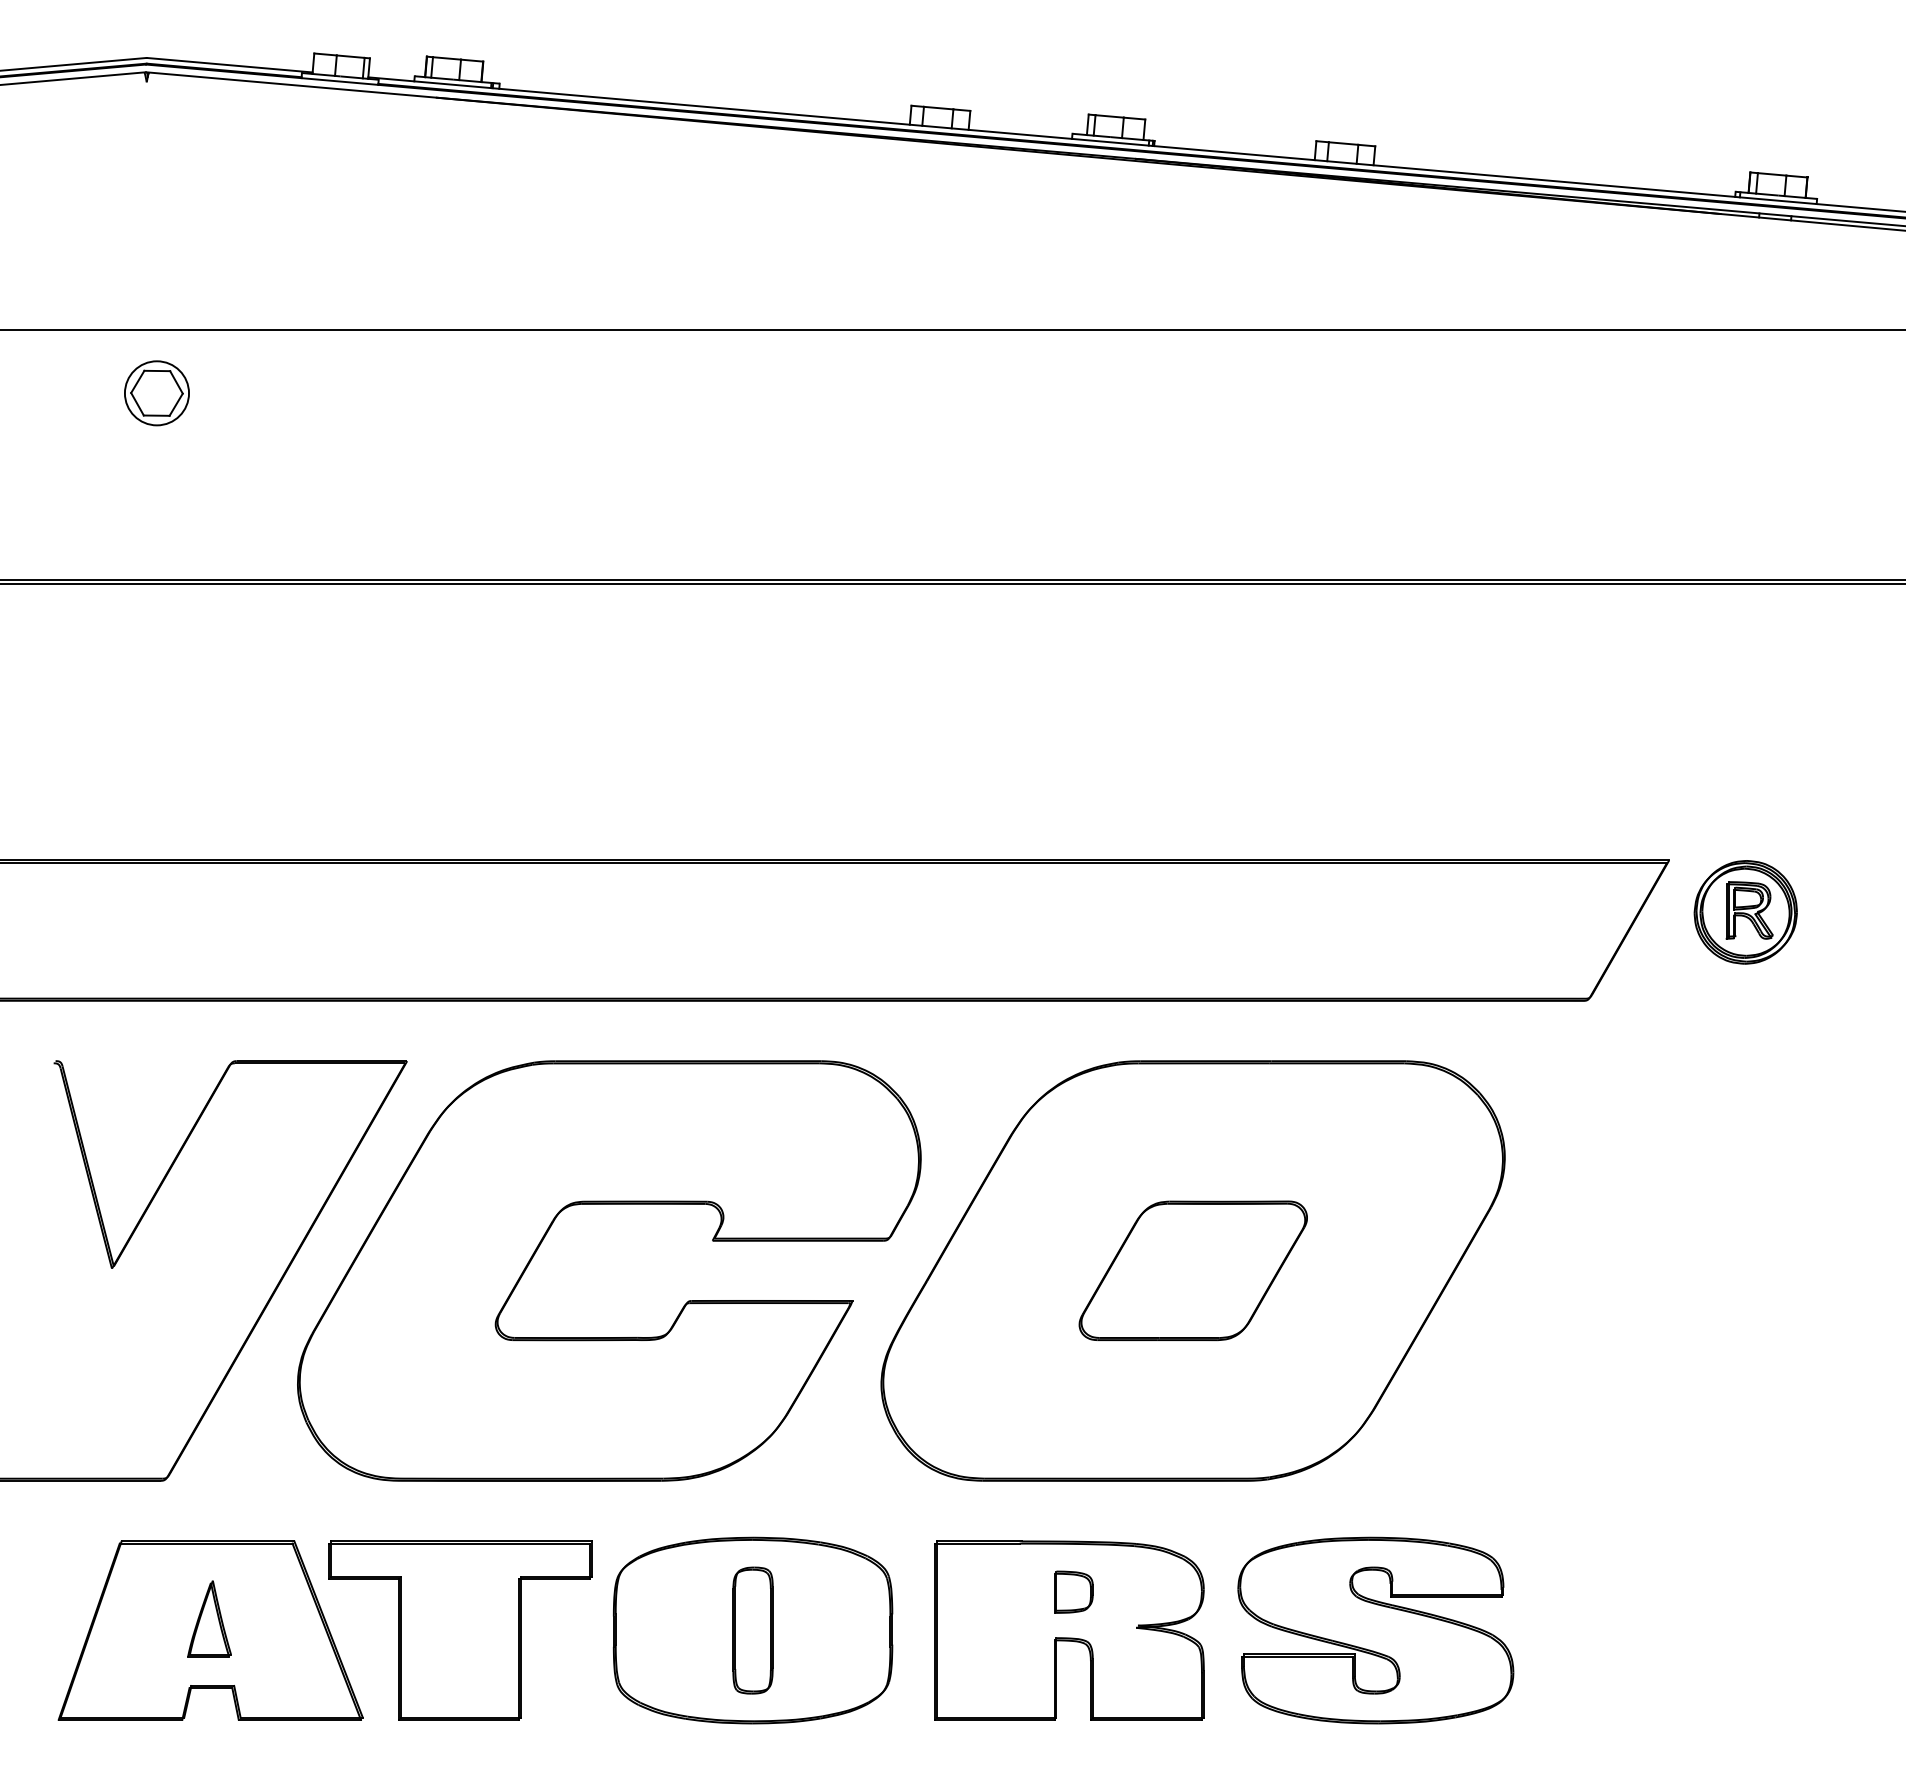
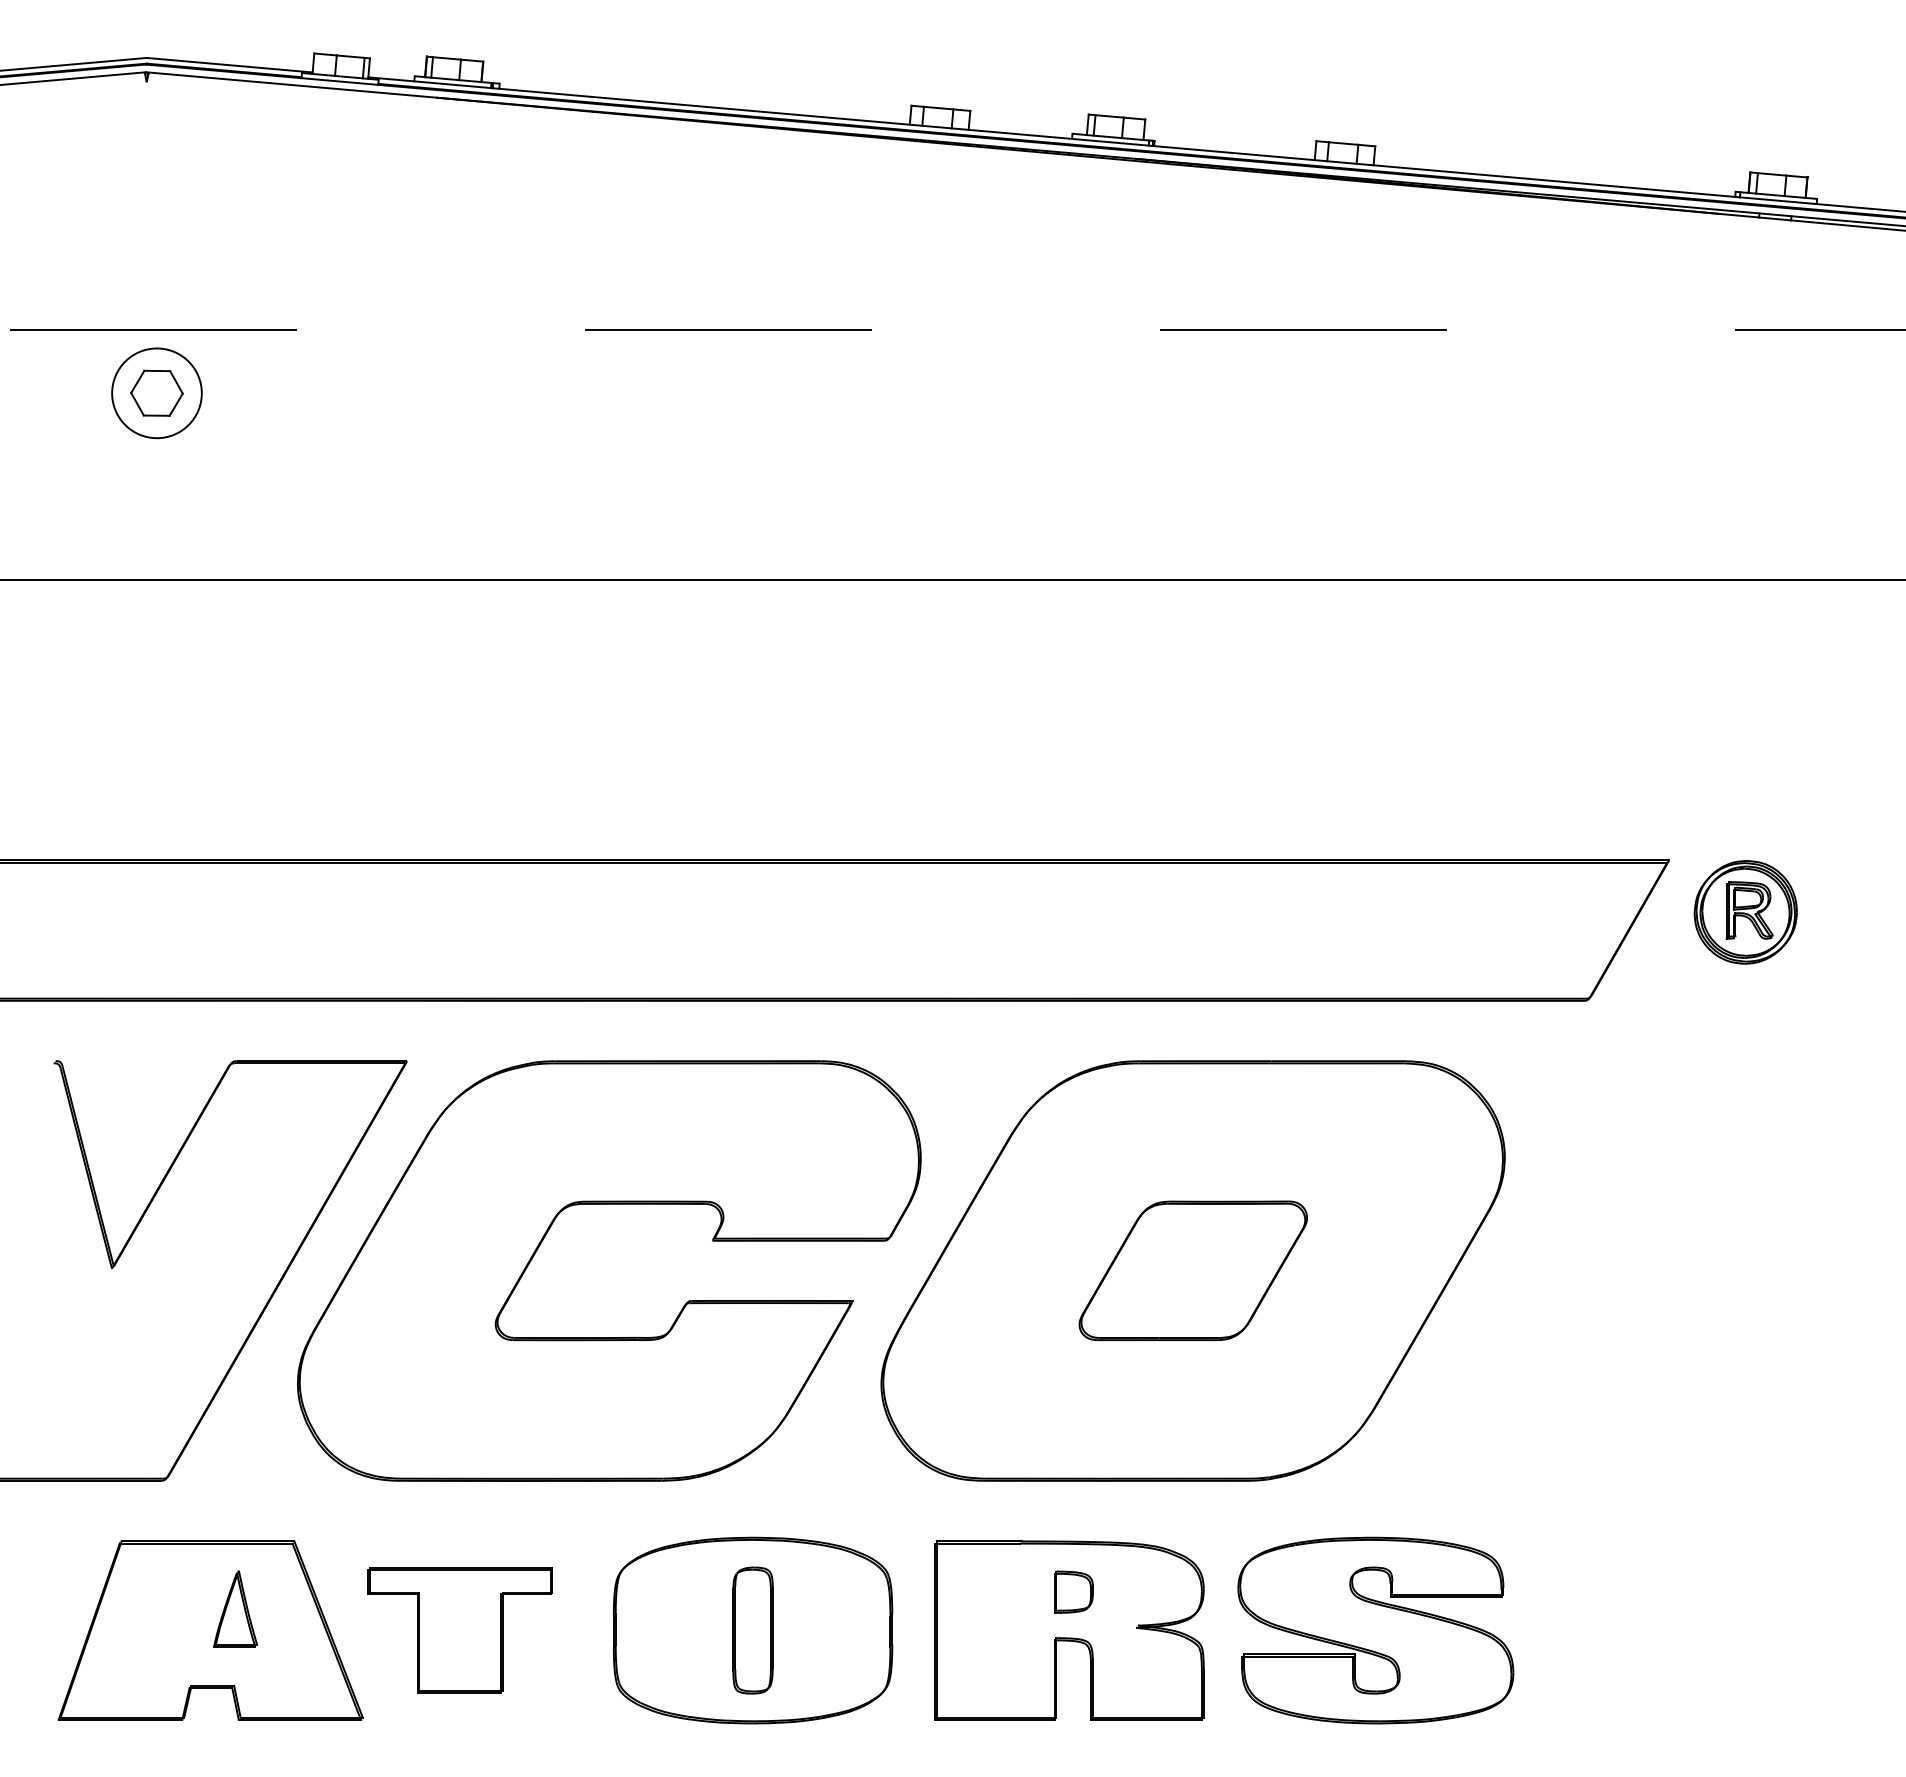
line at (952, 330): solid -> dashed
circle at (156, 393) diameter: 64 px -> 90 px
line at (952, 583): present -> none
part at (209, 1618) position: (209, 1618) -> (235, 1608)
part at (460, 1630) size: 265x181 px -> 186x127 px
